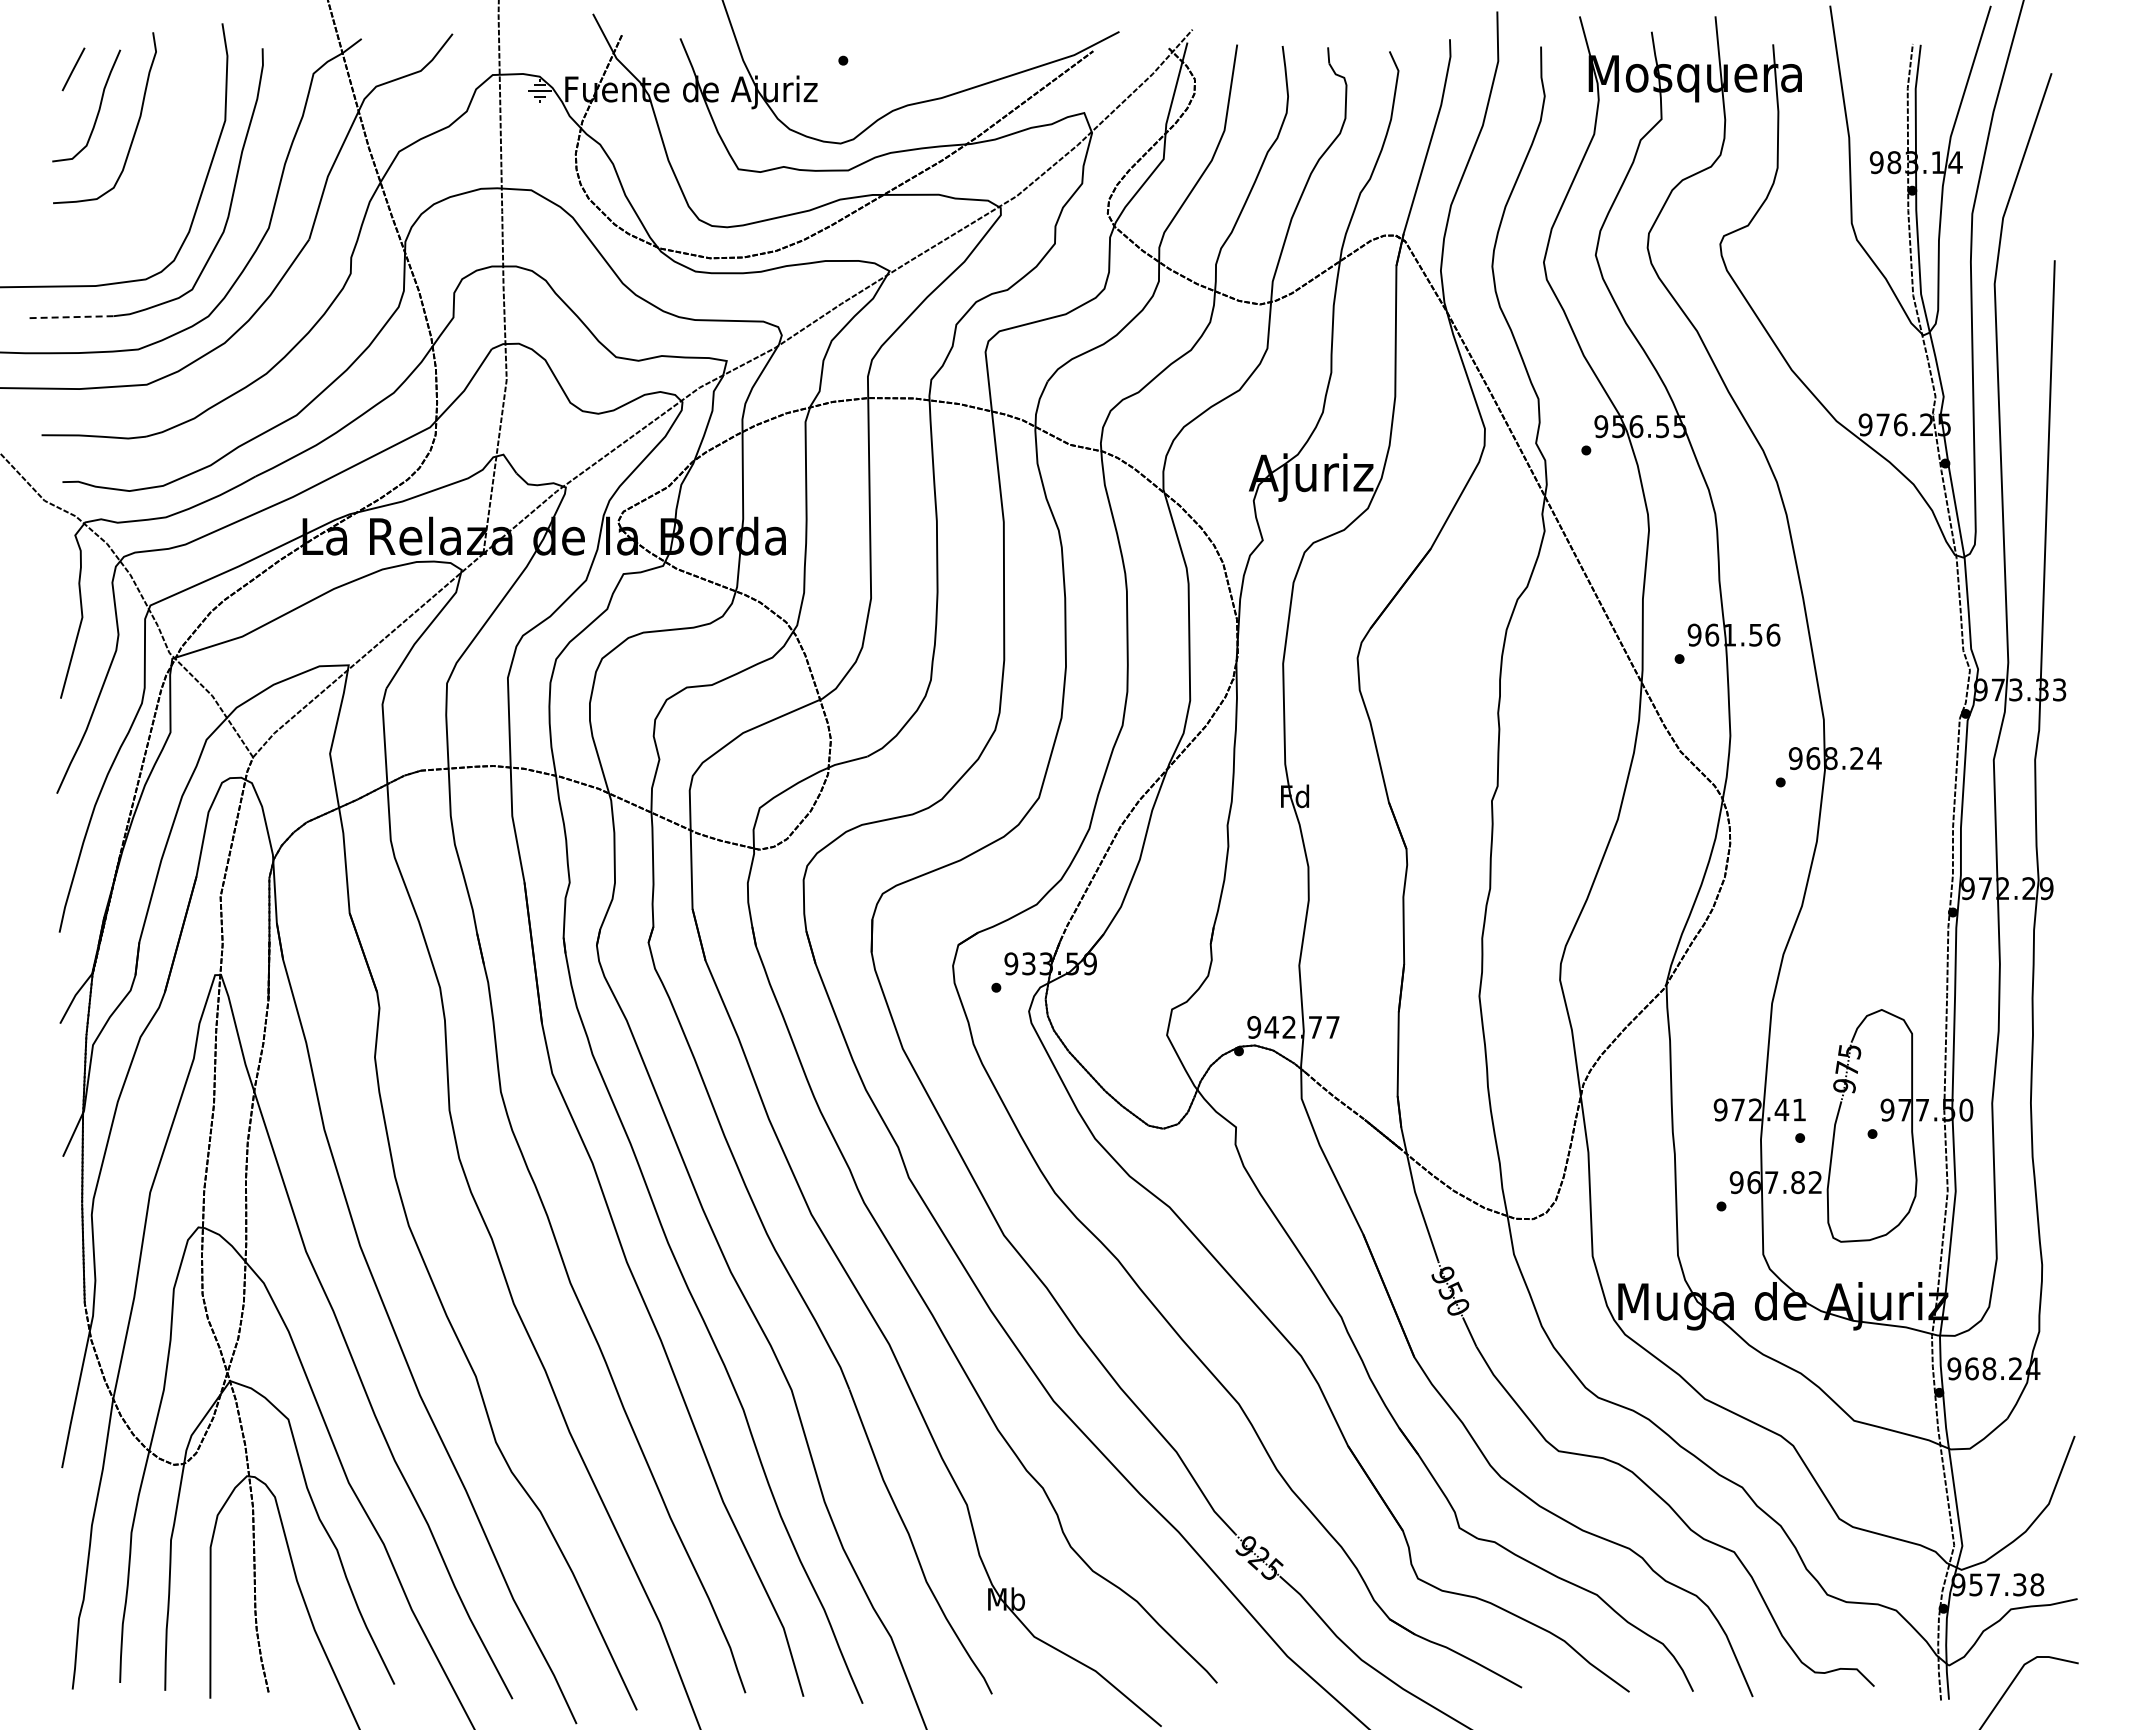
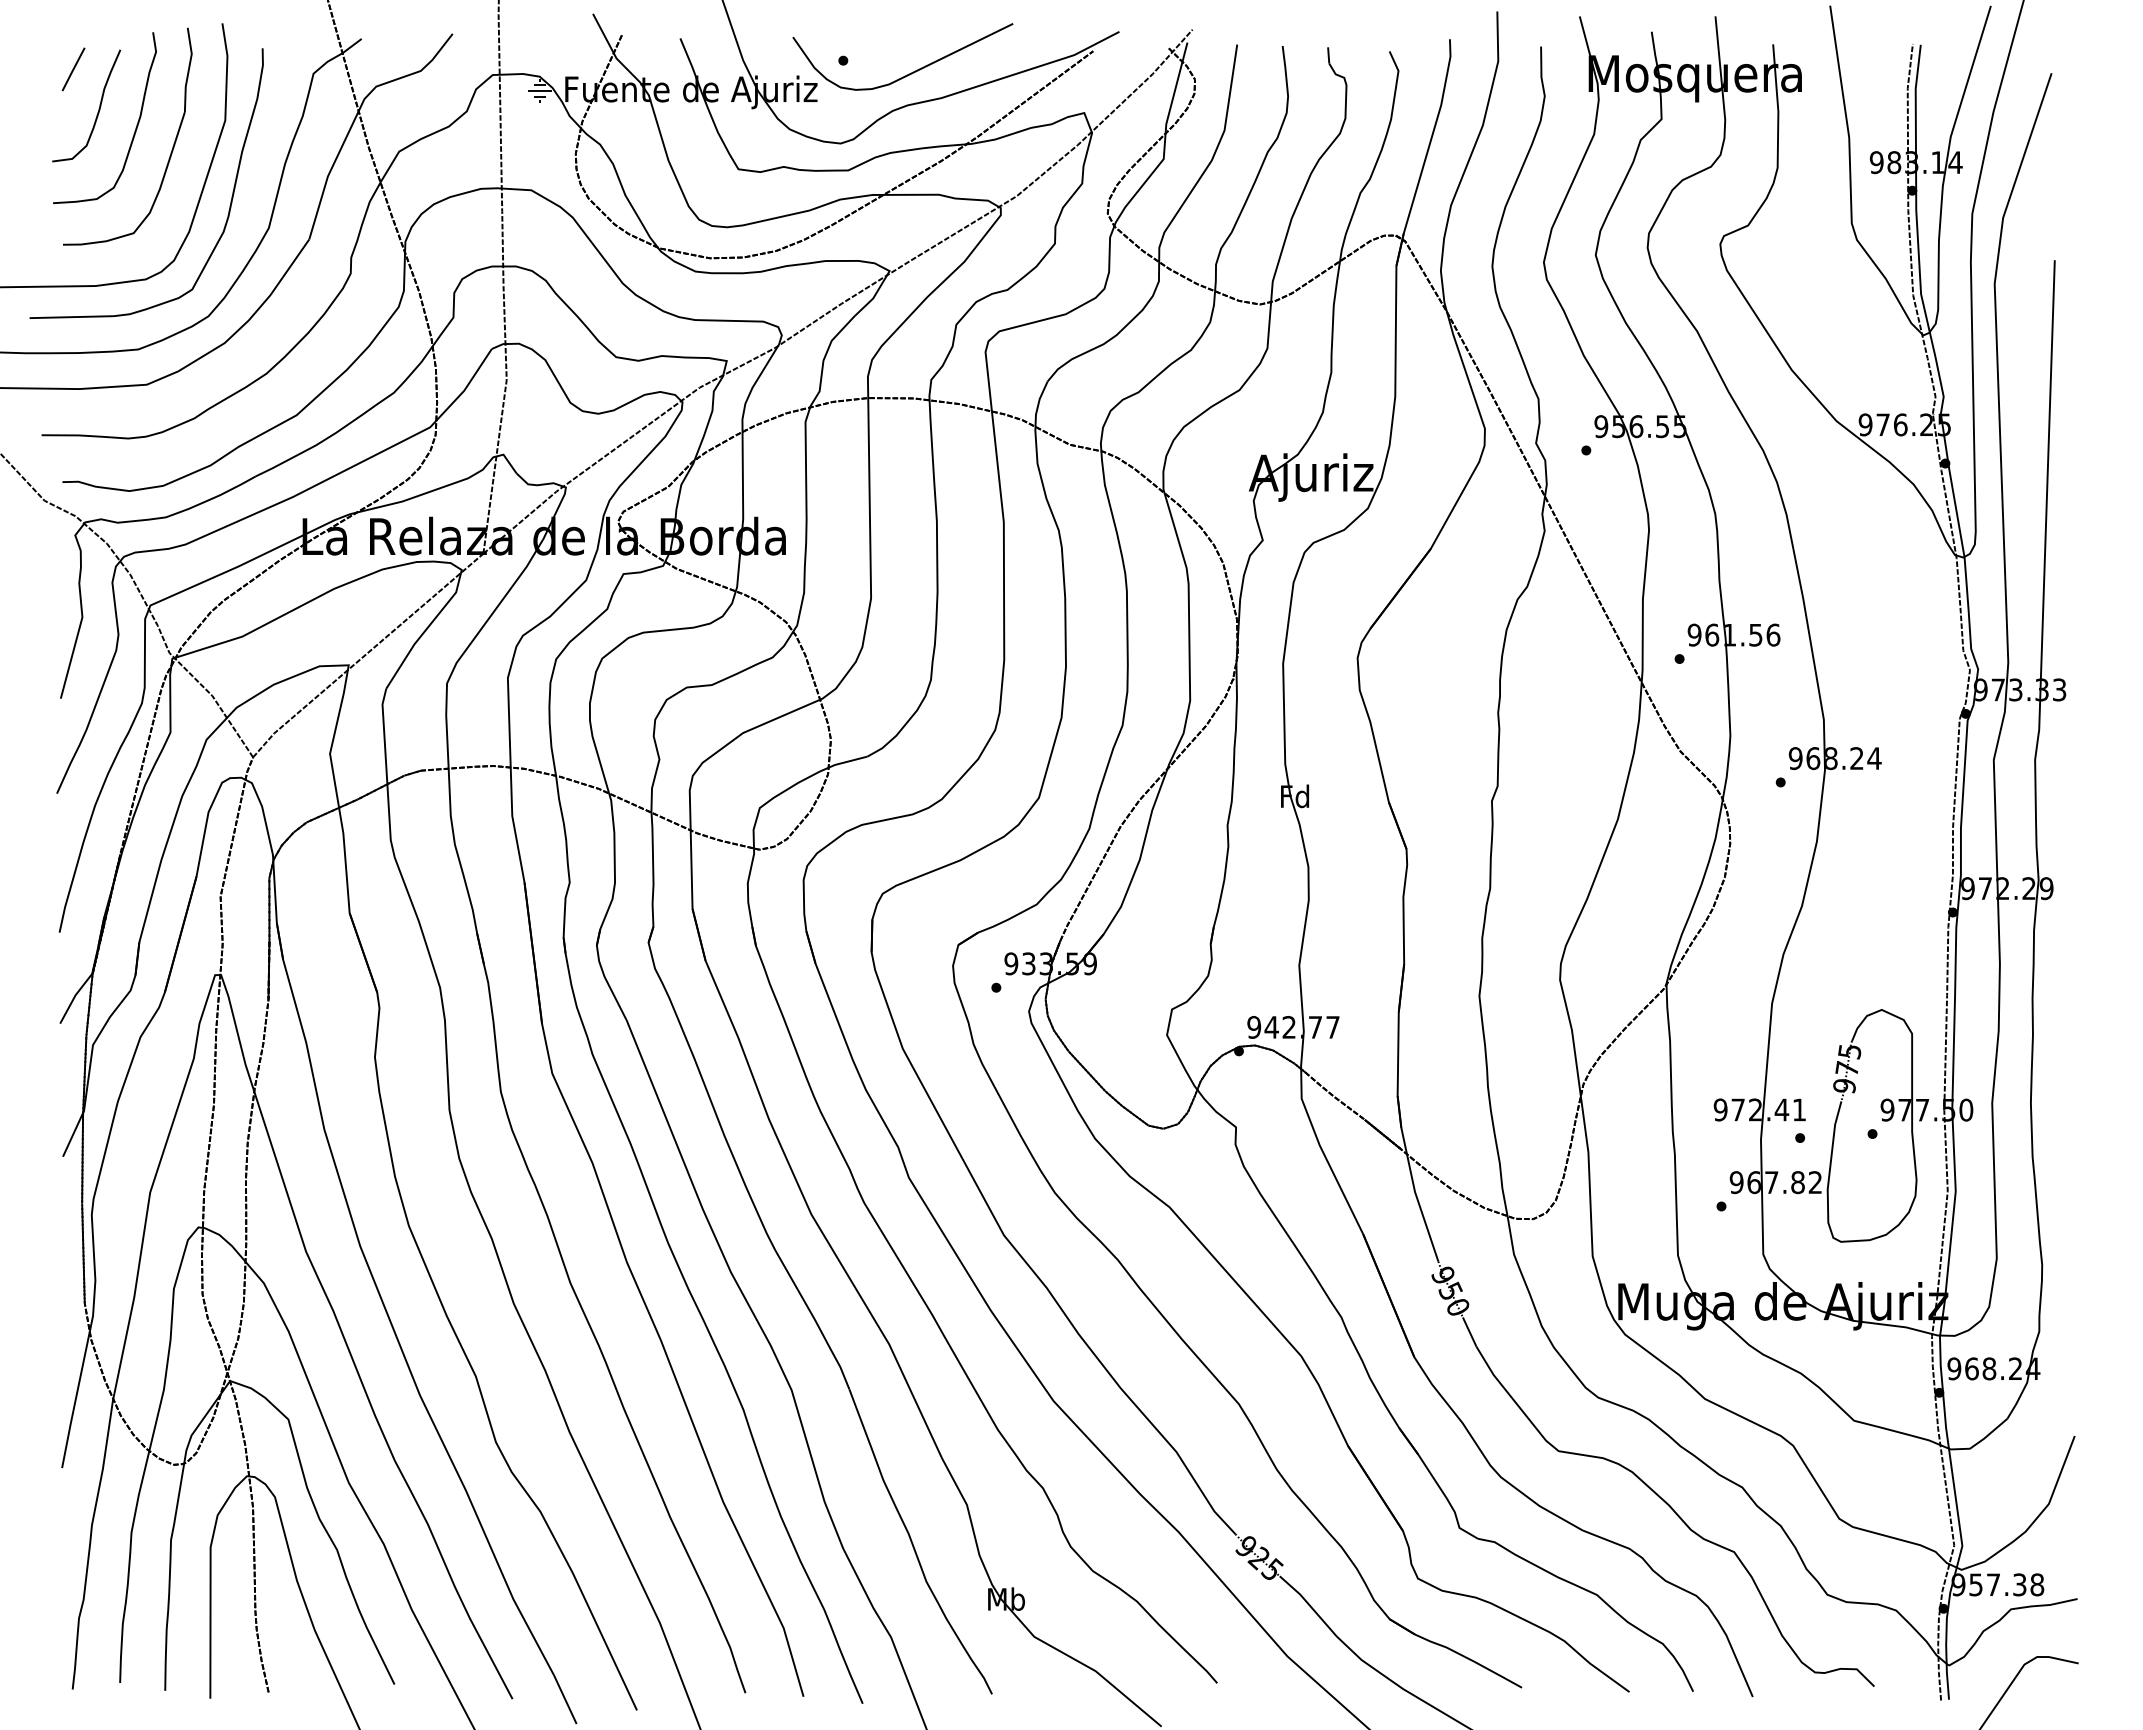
curve at (911, 72): none -> present
part at (171, 149): none -> present
line at (72, 317): dashed -> solid
